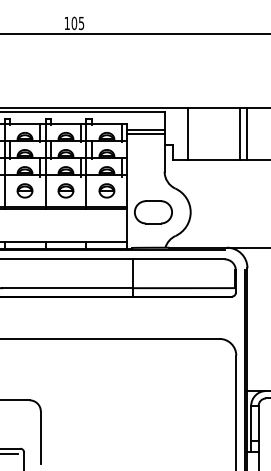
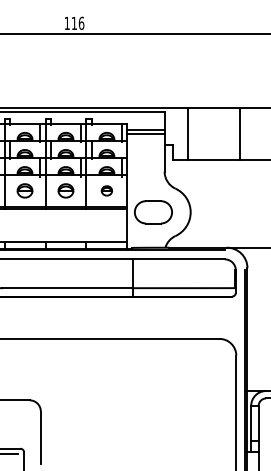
text at (77, 23): 105 -> 116
line at (247, 134): present -> none
part at (106, 190) size: 18x16 px -> 13x12 px
